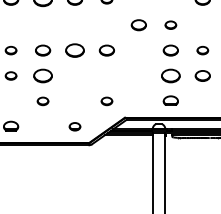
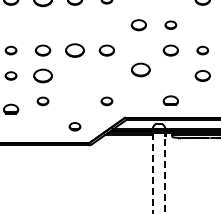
part at (170, 75) position: (170, 75) -> (140, 69)
part at (11, 125) position: (11, 125) -> (11, 108)
line at (165, 173): solid -> dashed
line at (152, 174): solid -> dashed
